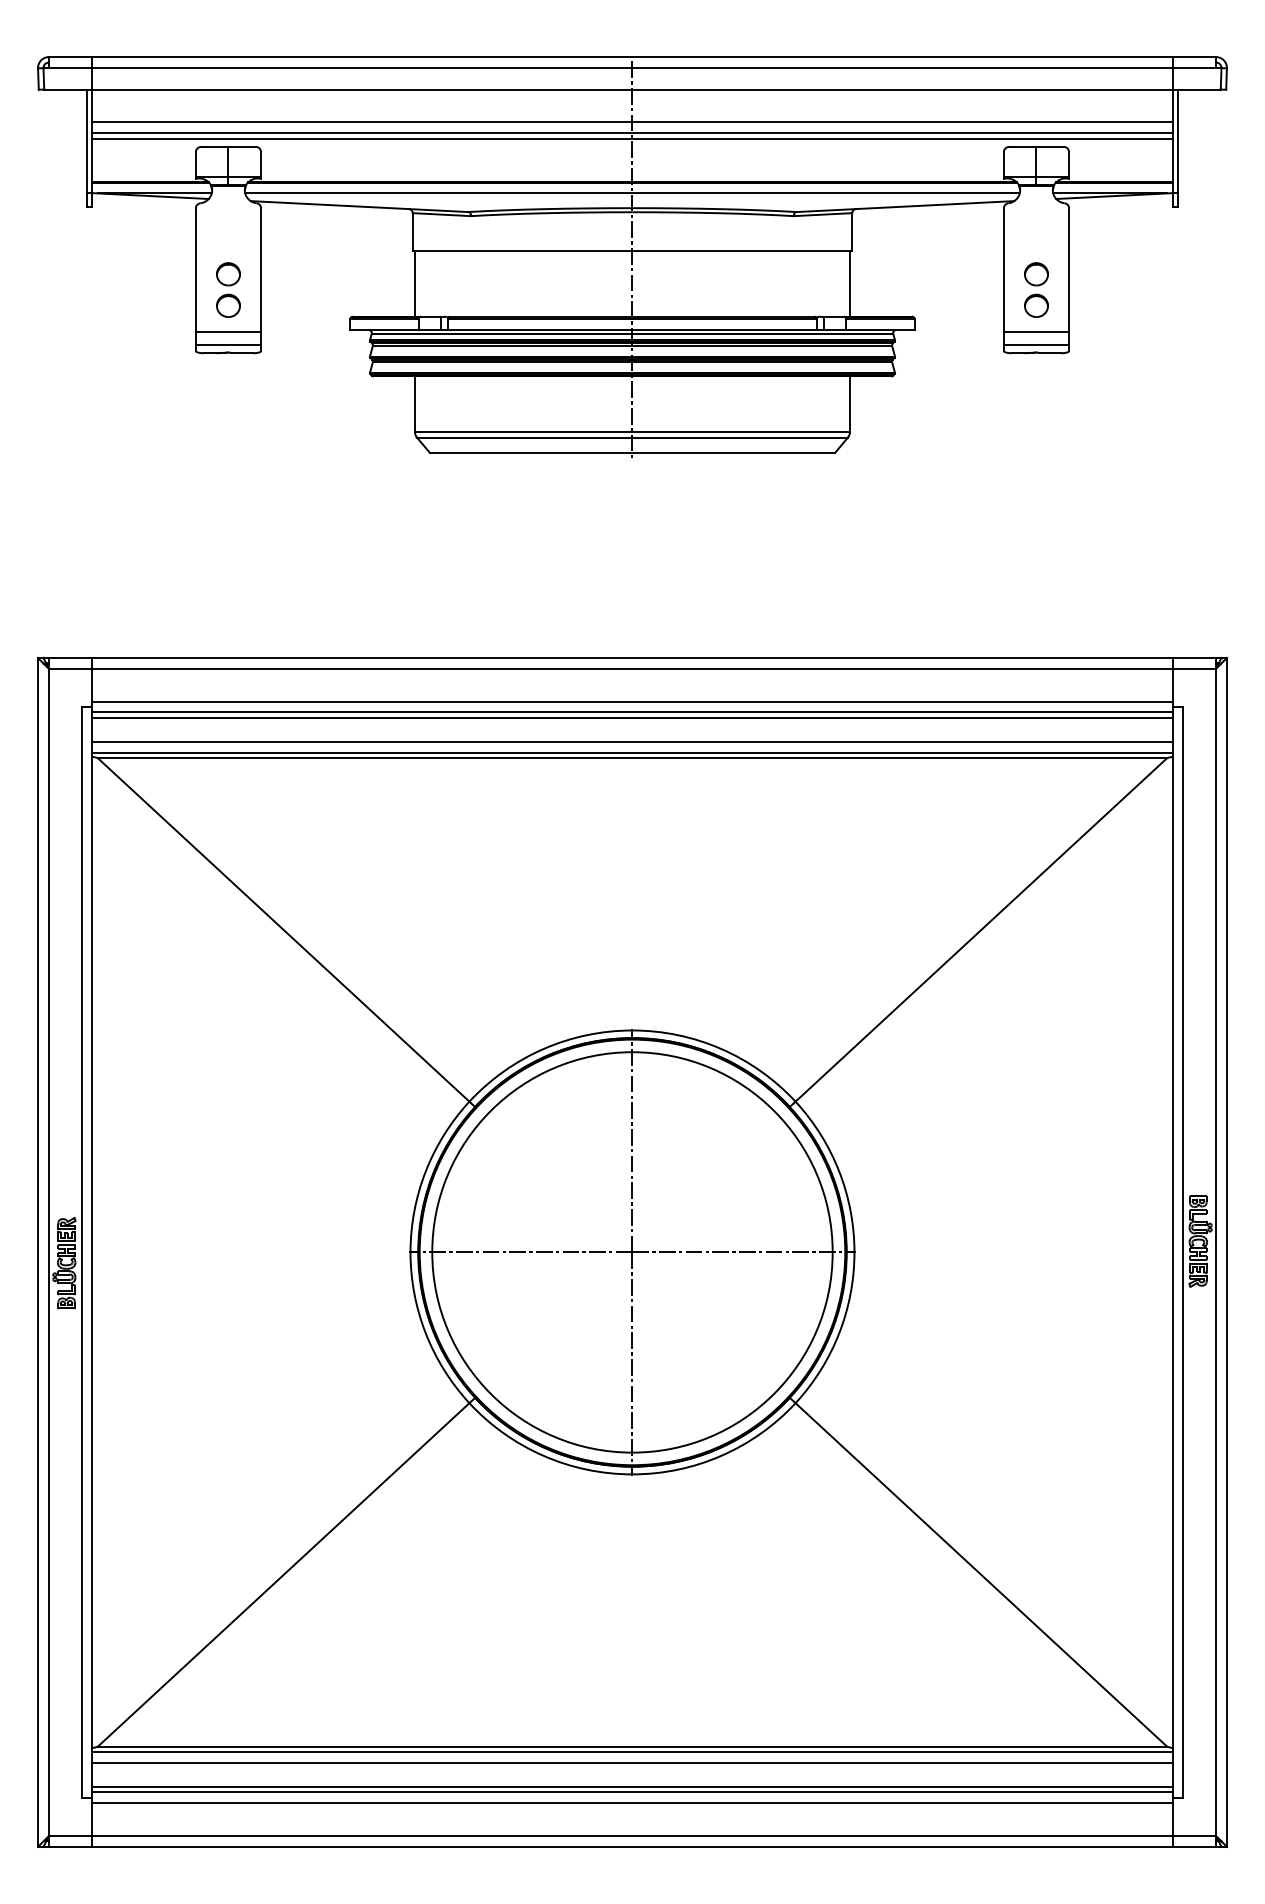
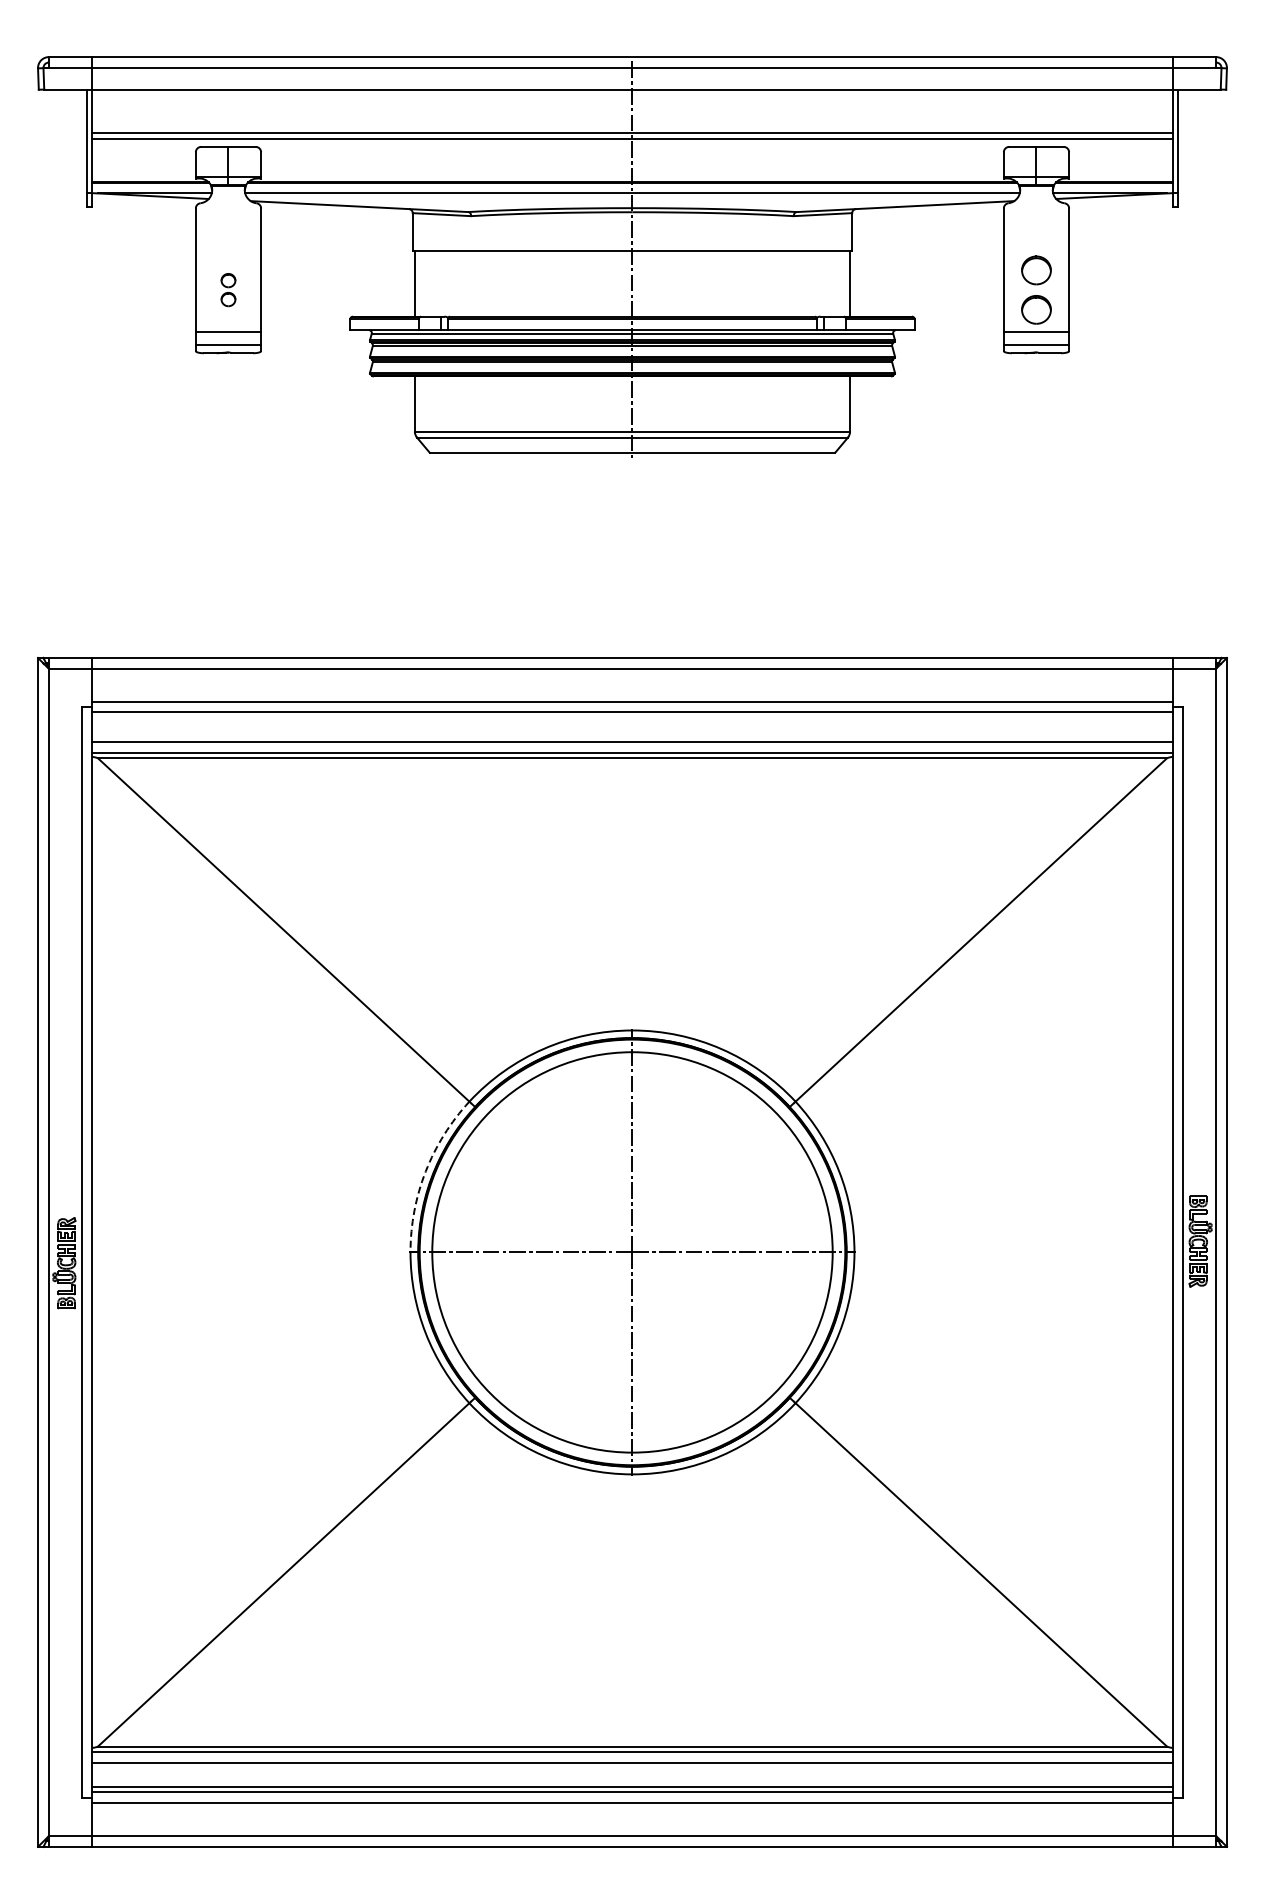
line at (632, 122): present -> none
part at (228, 289) size: 25x56 px -> 17x35 px
part at (1036, 289) size: 25x56 px -> 31x70 px
line at (632, 717): present -> none
arc at (425, 1171): solid -> dashed
